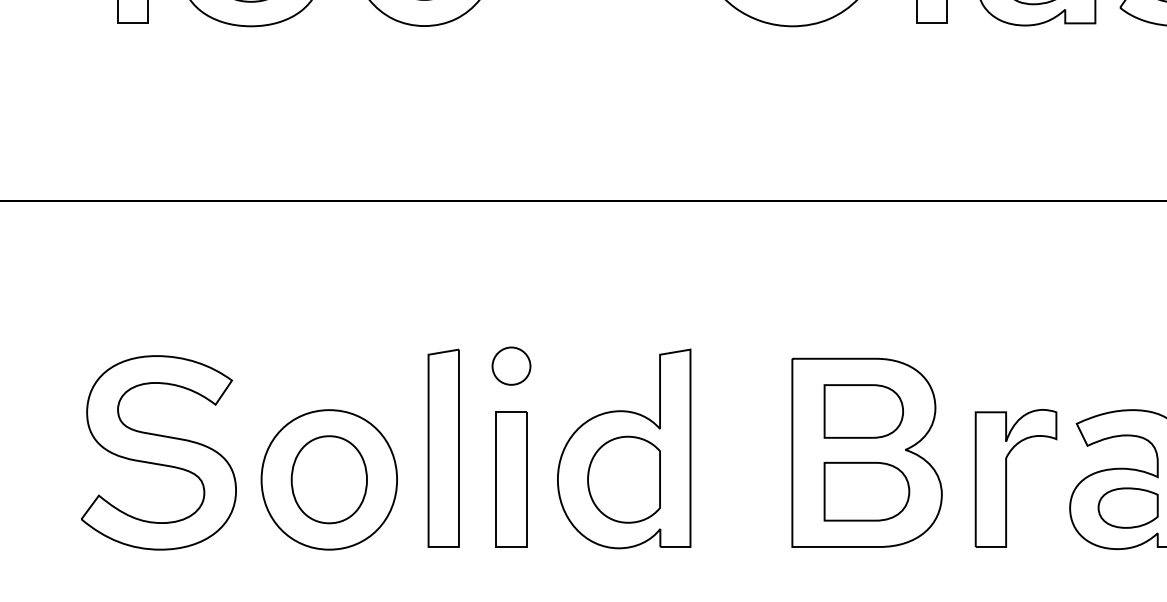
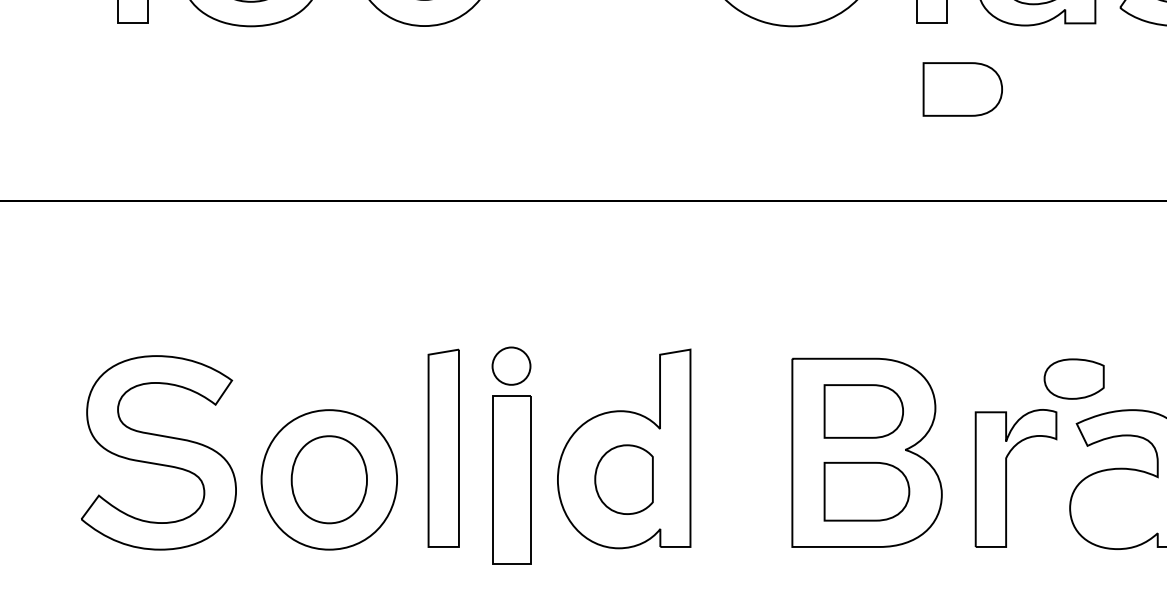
part at (962, 89): none -> present
part at (511, 479) size: 33x137 px -> 40x170 px
part at (623, 479) size: 74x89 px -> 60x71 px
part at (1127, 507) position: (1127, 507) -> (1073, 378)
